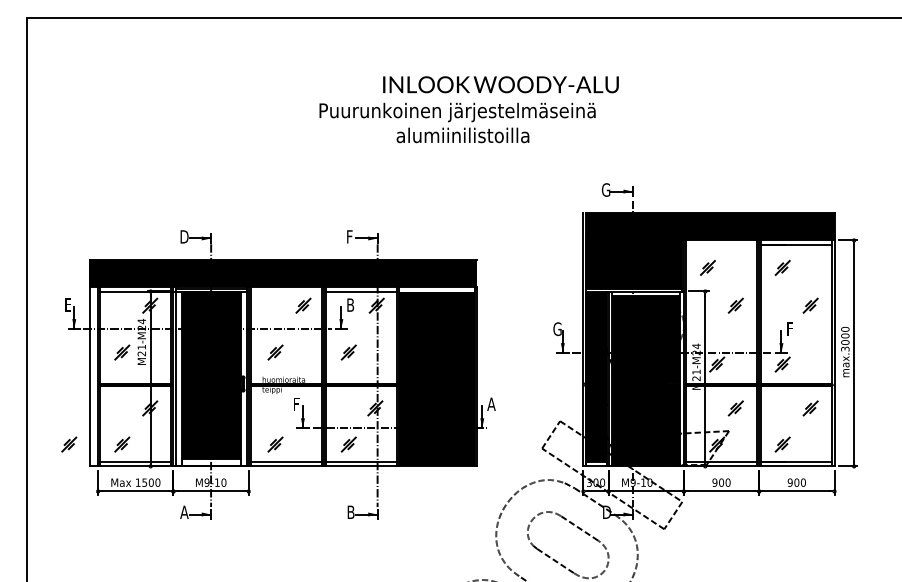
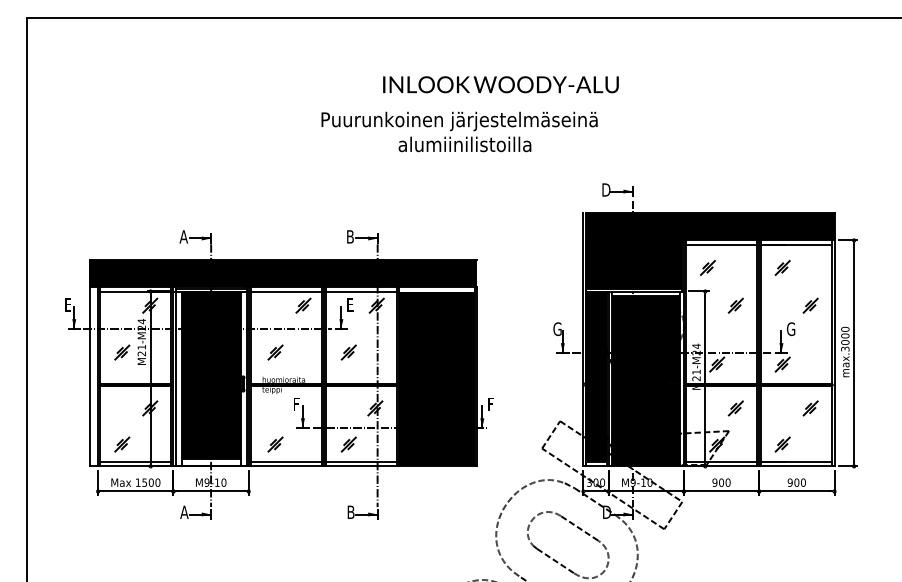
text at (457, 122) position: (457, 122) -> (459, 131)
text at (605, 189): G -> D
text at (183, 236): D -> A
text at (350, 236): F -> B
line at (721, 244): none -> present
line at (285, 291): none -> present
text at (350, 304): B -> E
text at (790, 329): F -> G
text at (491, 403): A -> F
part at (69, 444): present -> none
